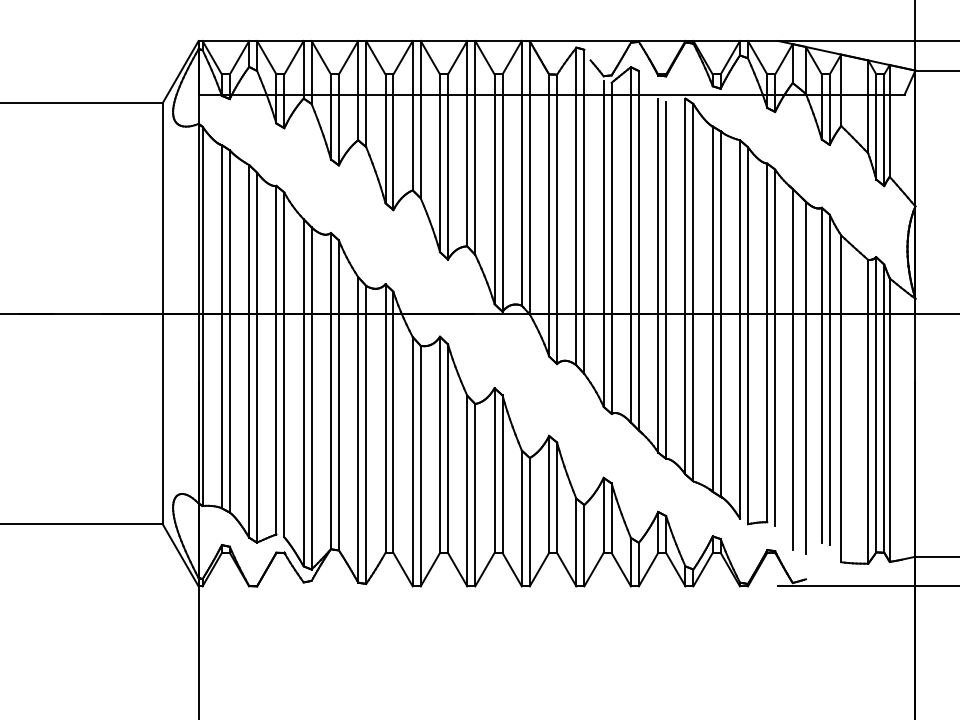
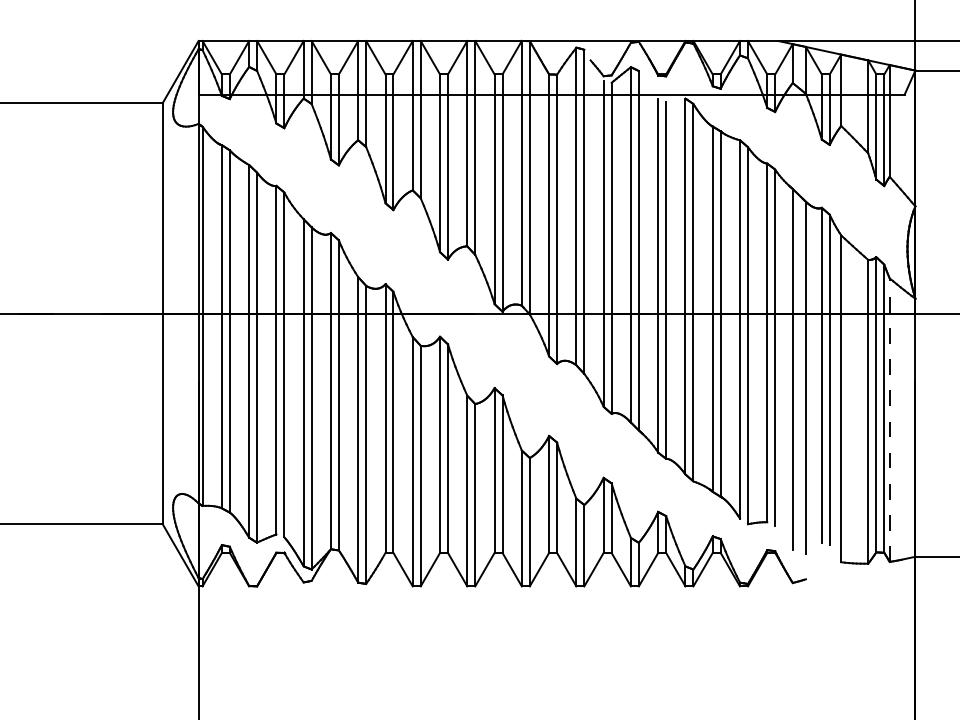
line at (889, 420): solid -> dashed
line at (867, 586): present -> none
